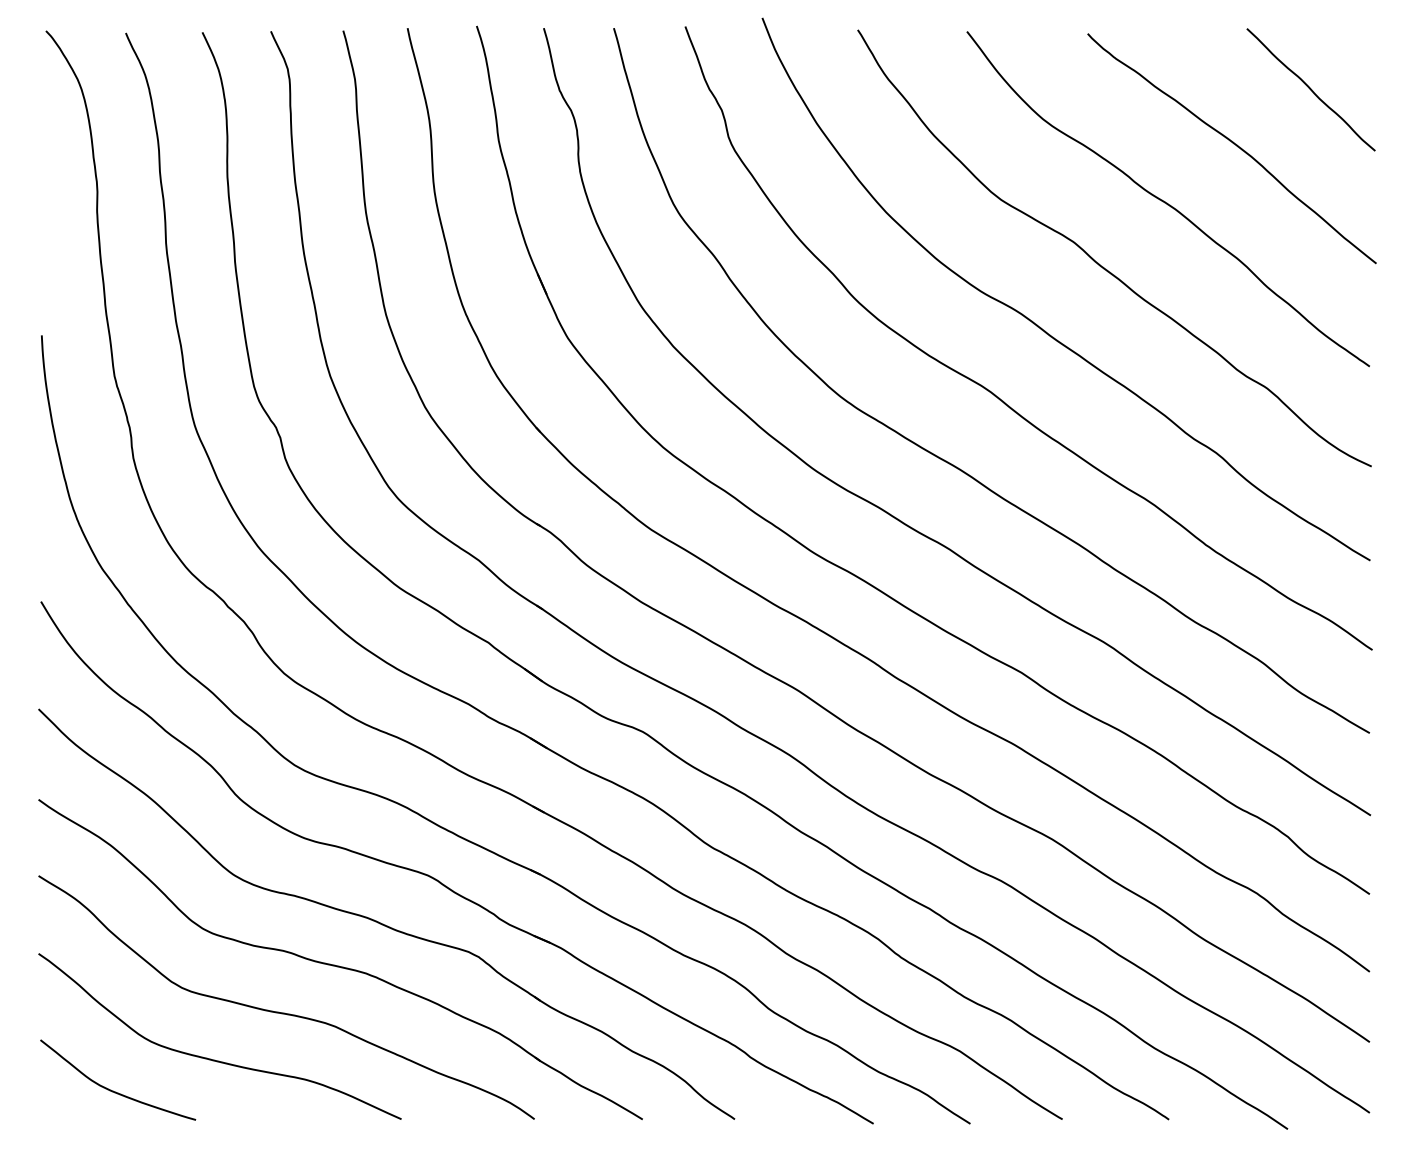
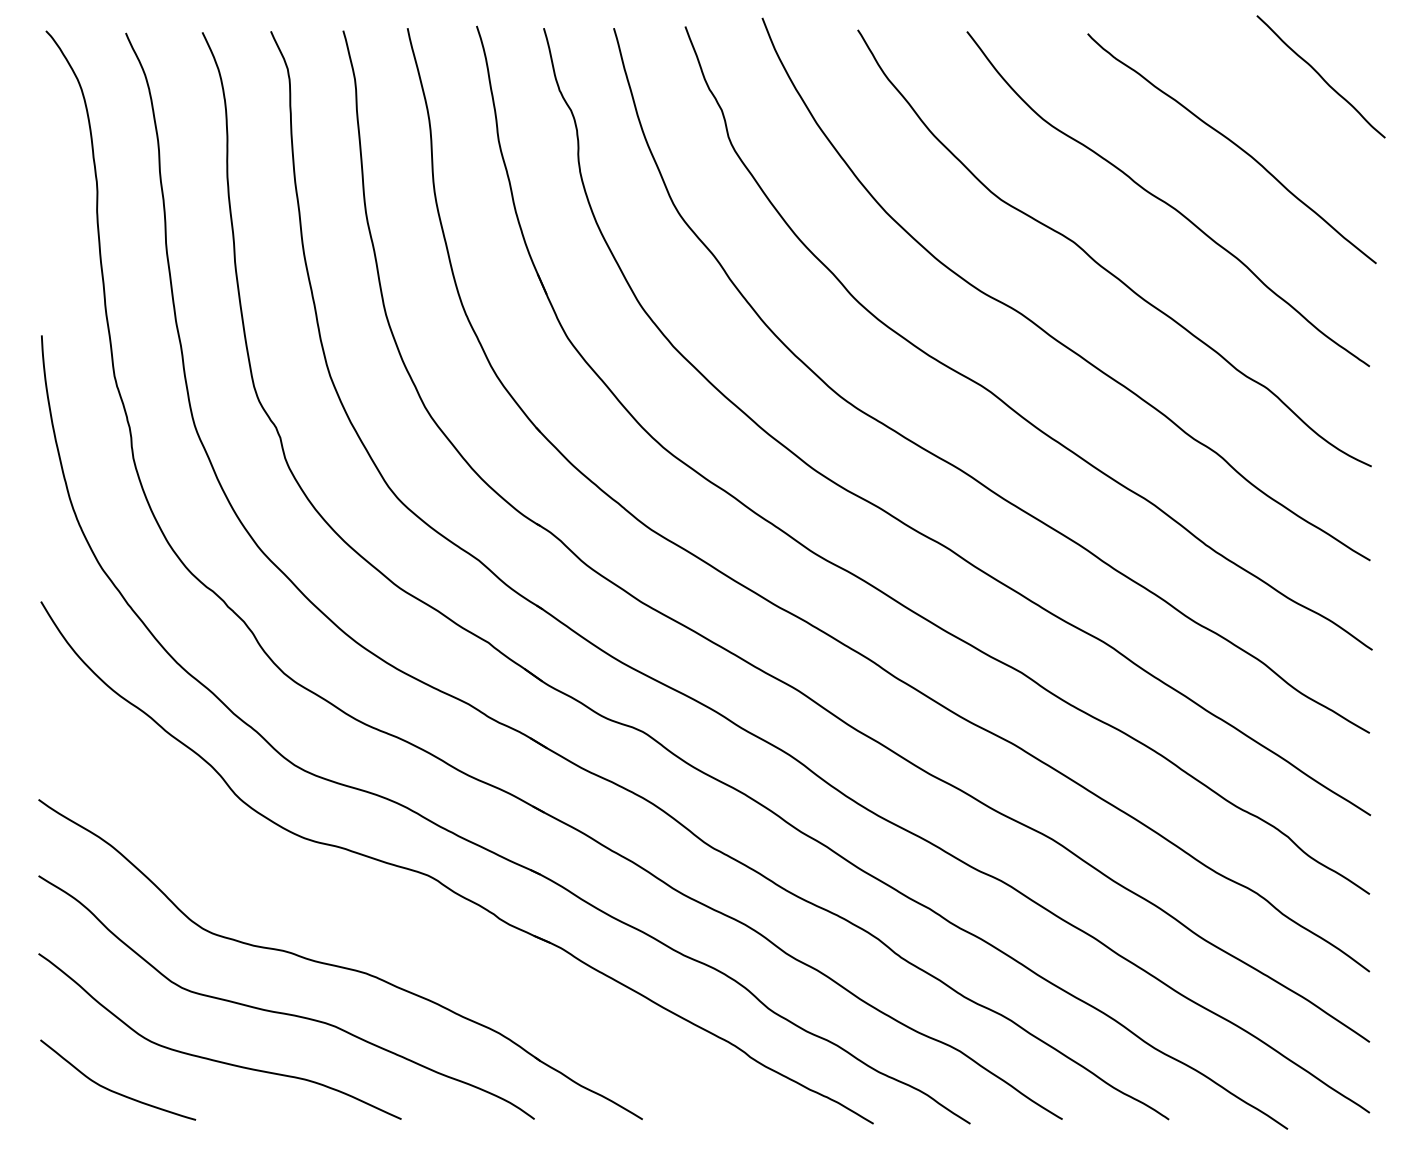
curve at (1310, 89) position: (1310, 89) -> (1320, 76)
part at (383, 923): present -> none
